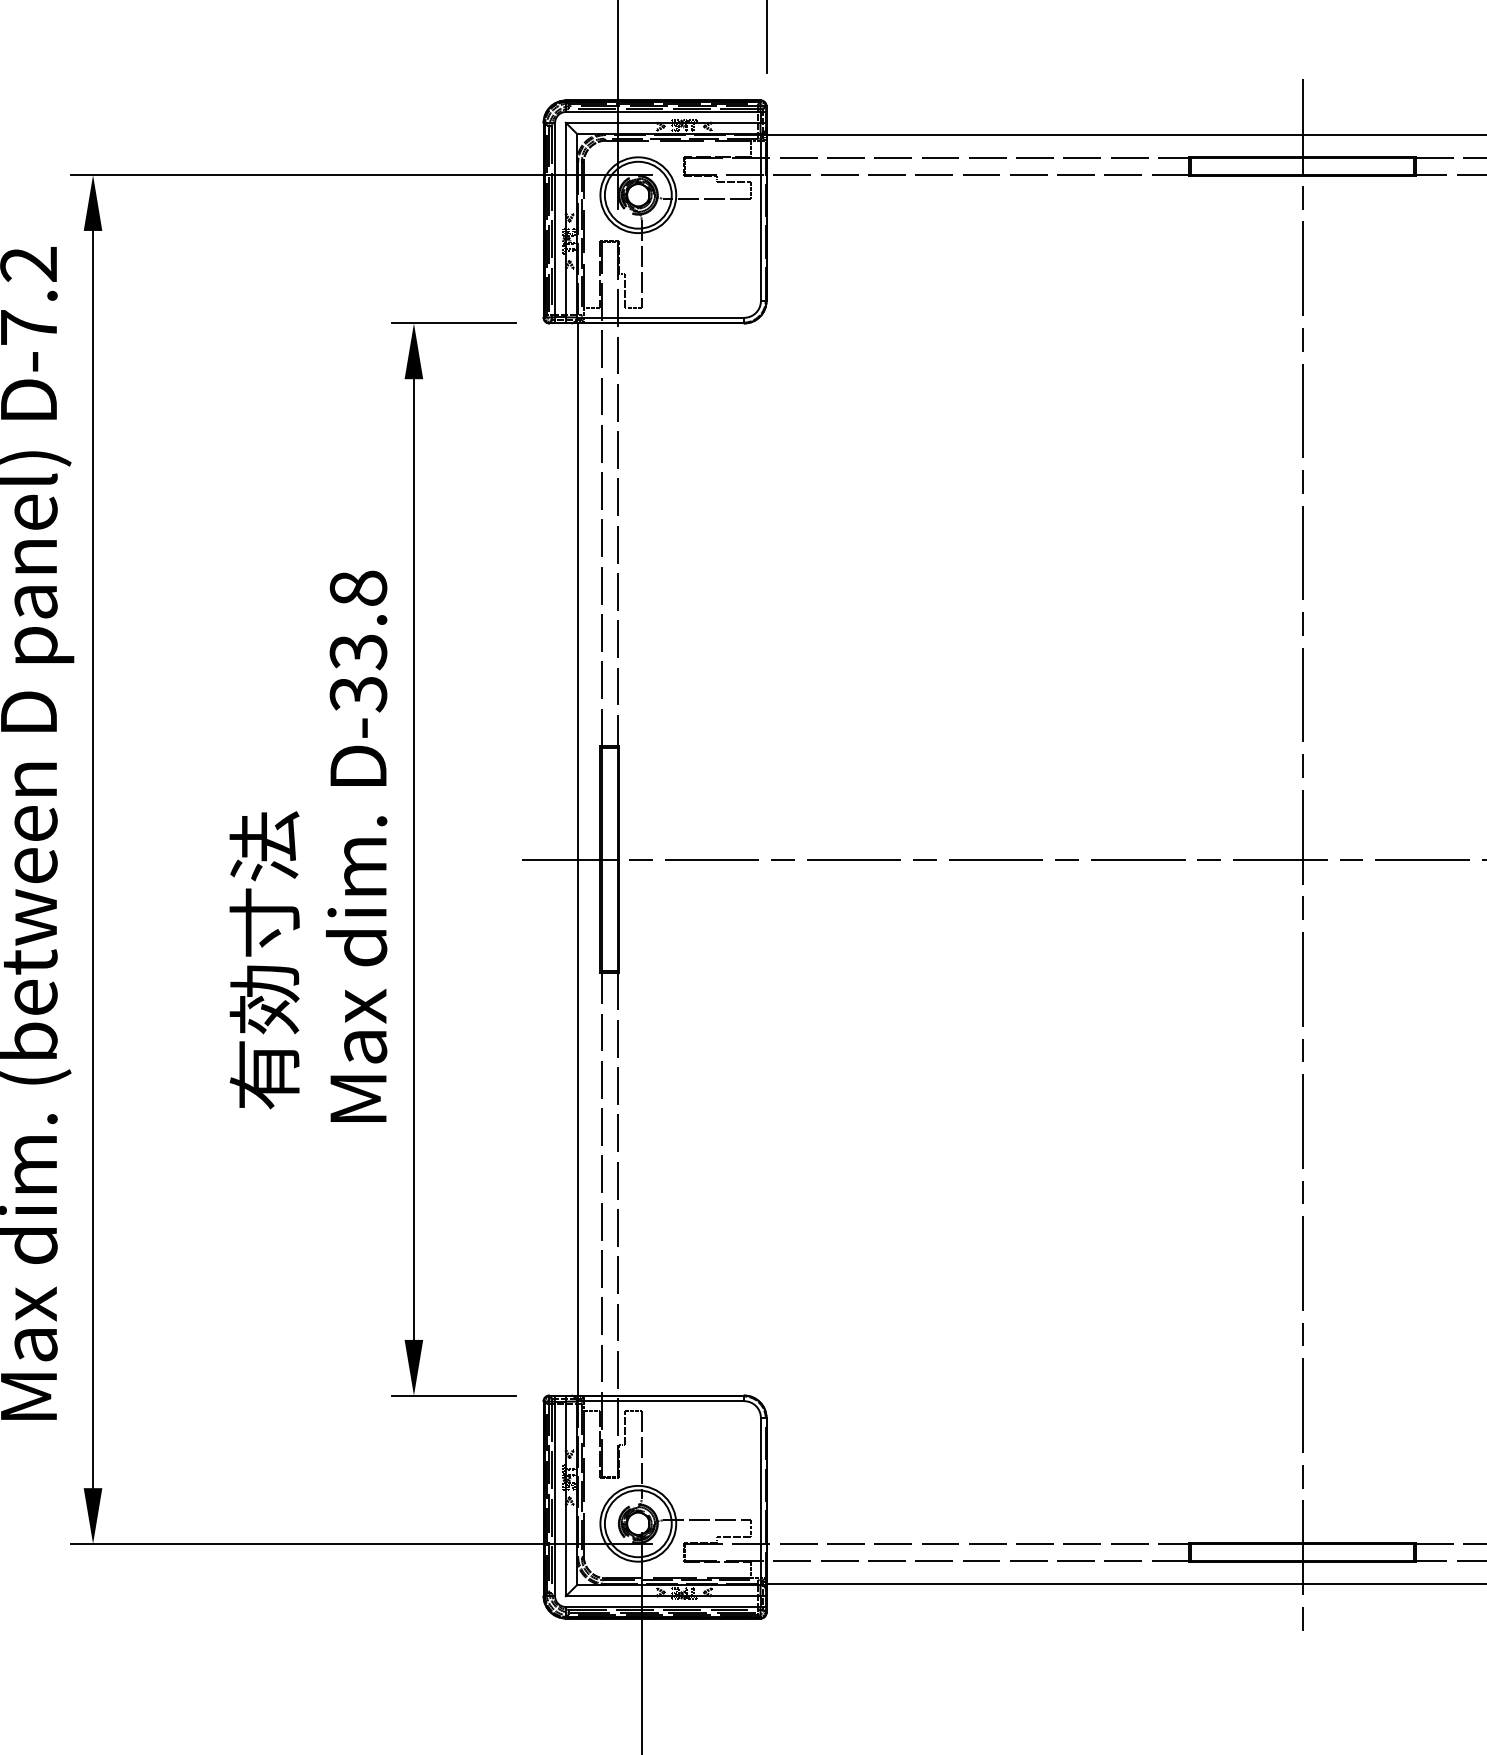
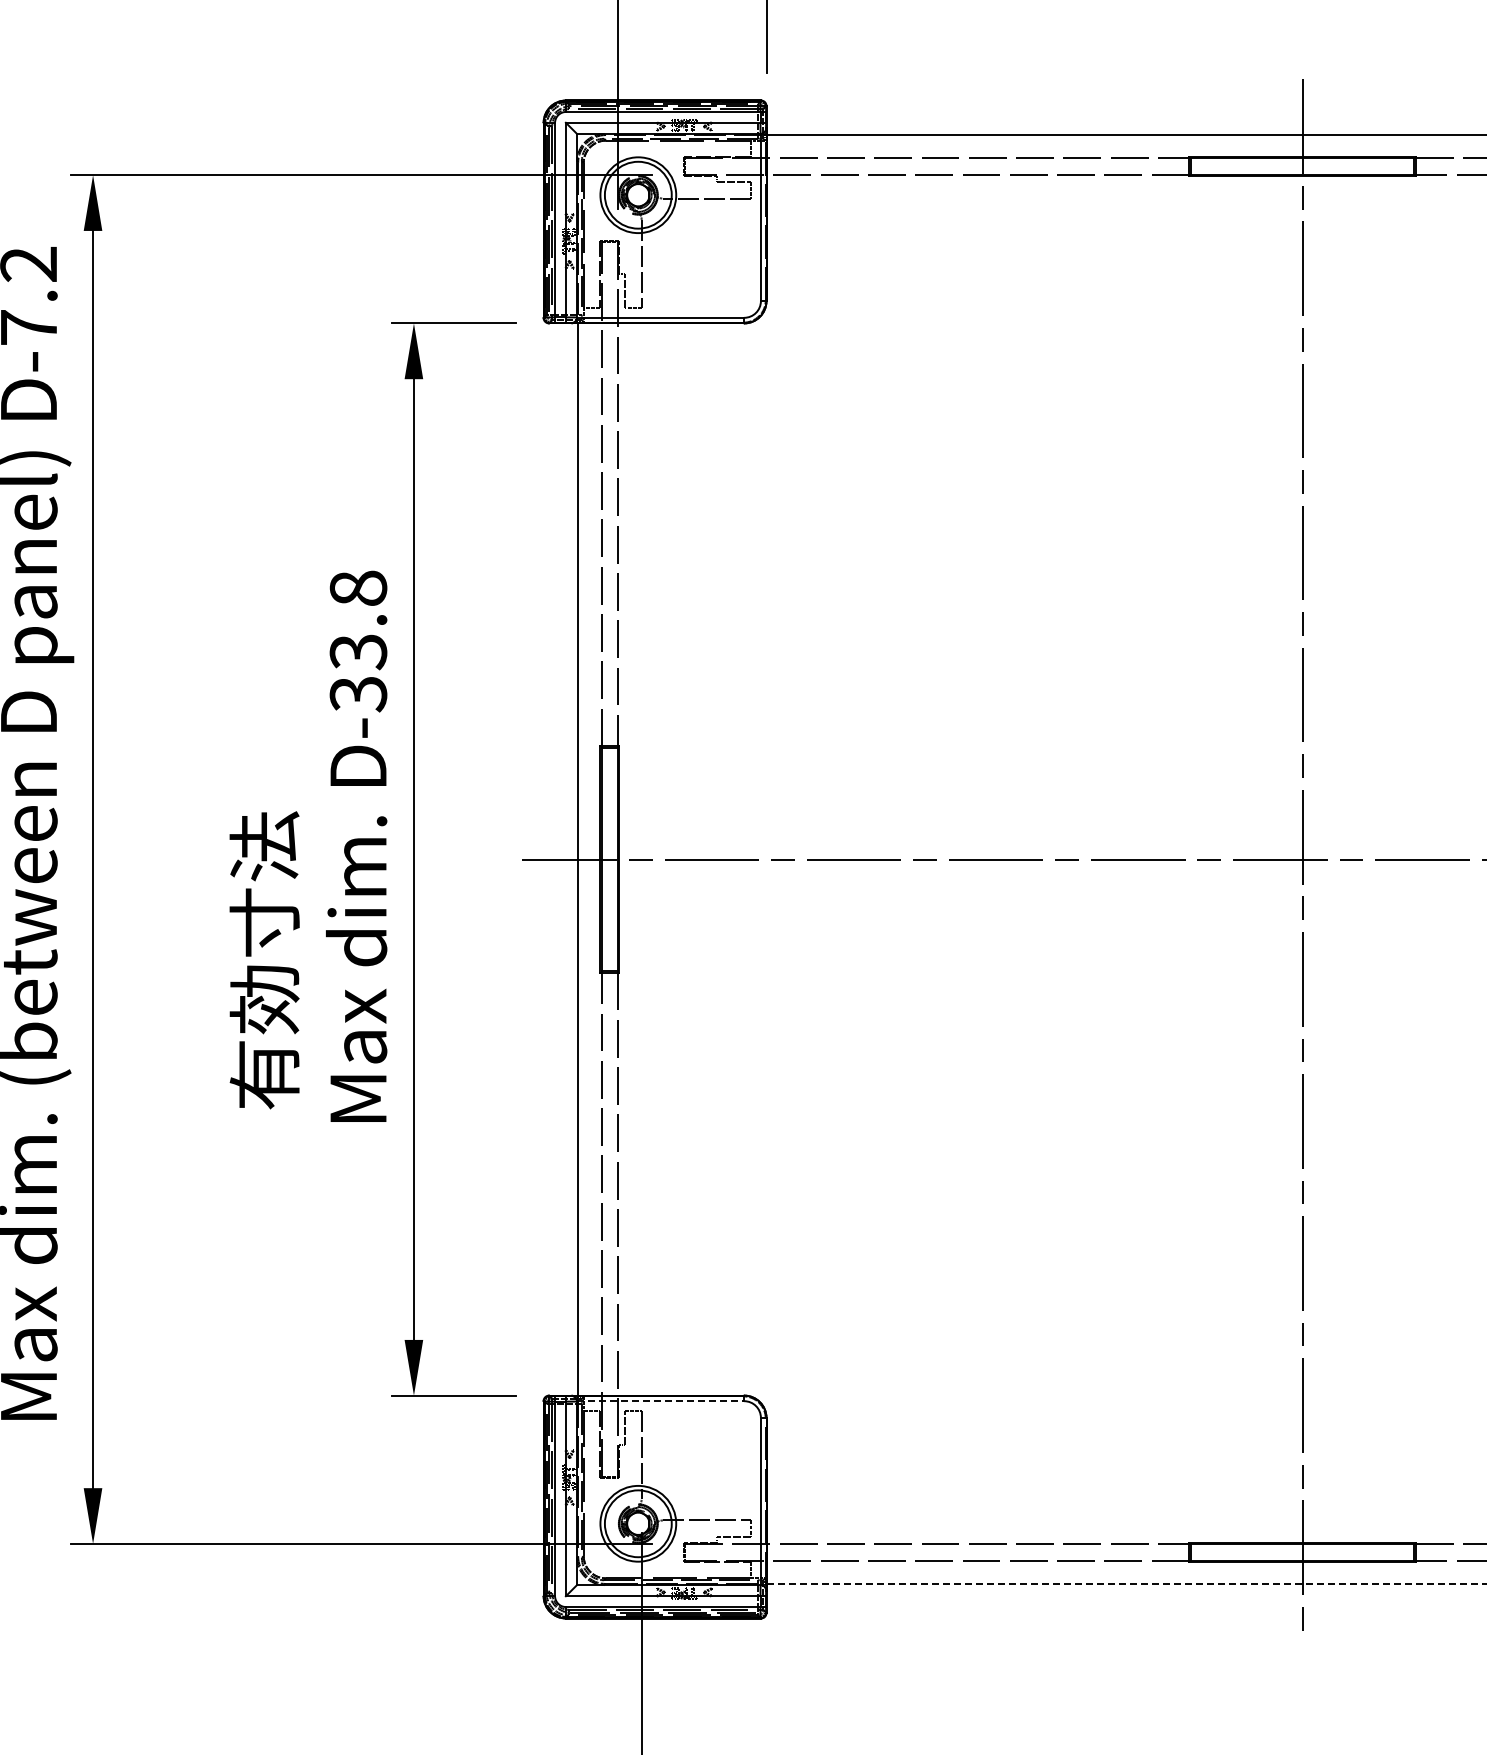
line at (660, 1401): solid -> dashed
line at (1127, 1583): solid -> dashed
